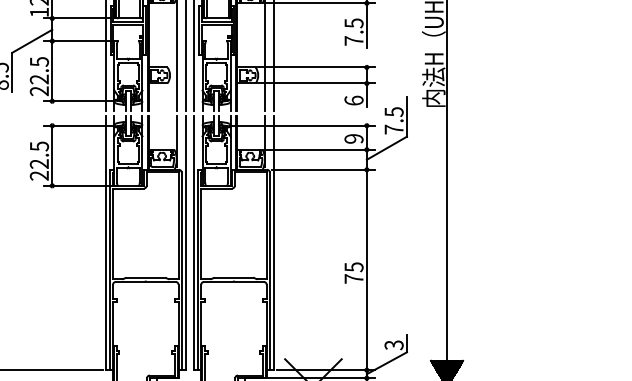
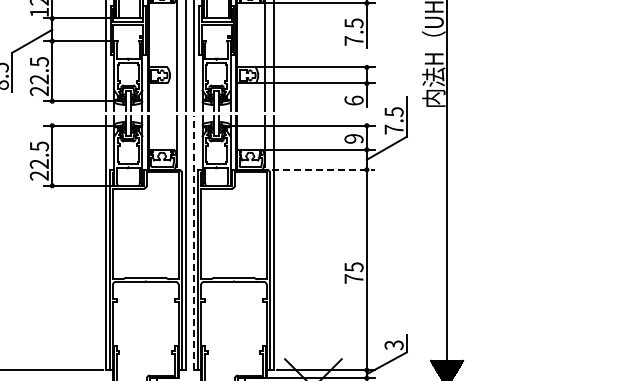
line at (324, 169): solid -> dashed
line at (193, 243): solid -> dashed
